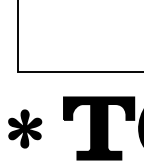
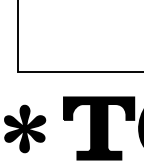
part at (25, 128) size: 35x40 px -> 43x50 px
